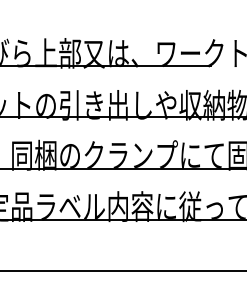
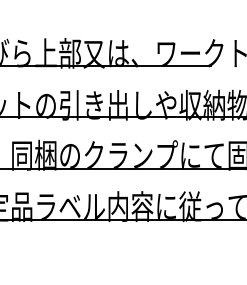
line at (122, 271): present -> none
